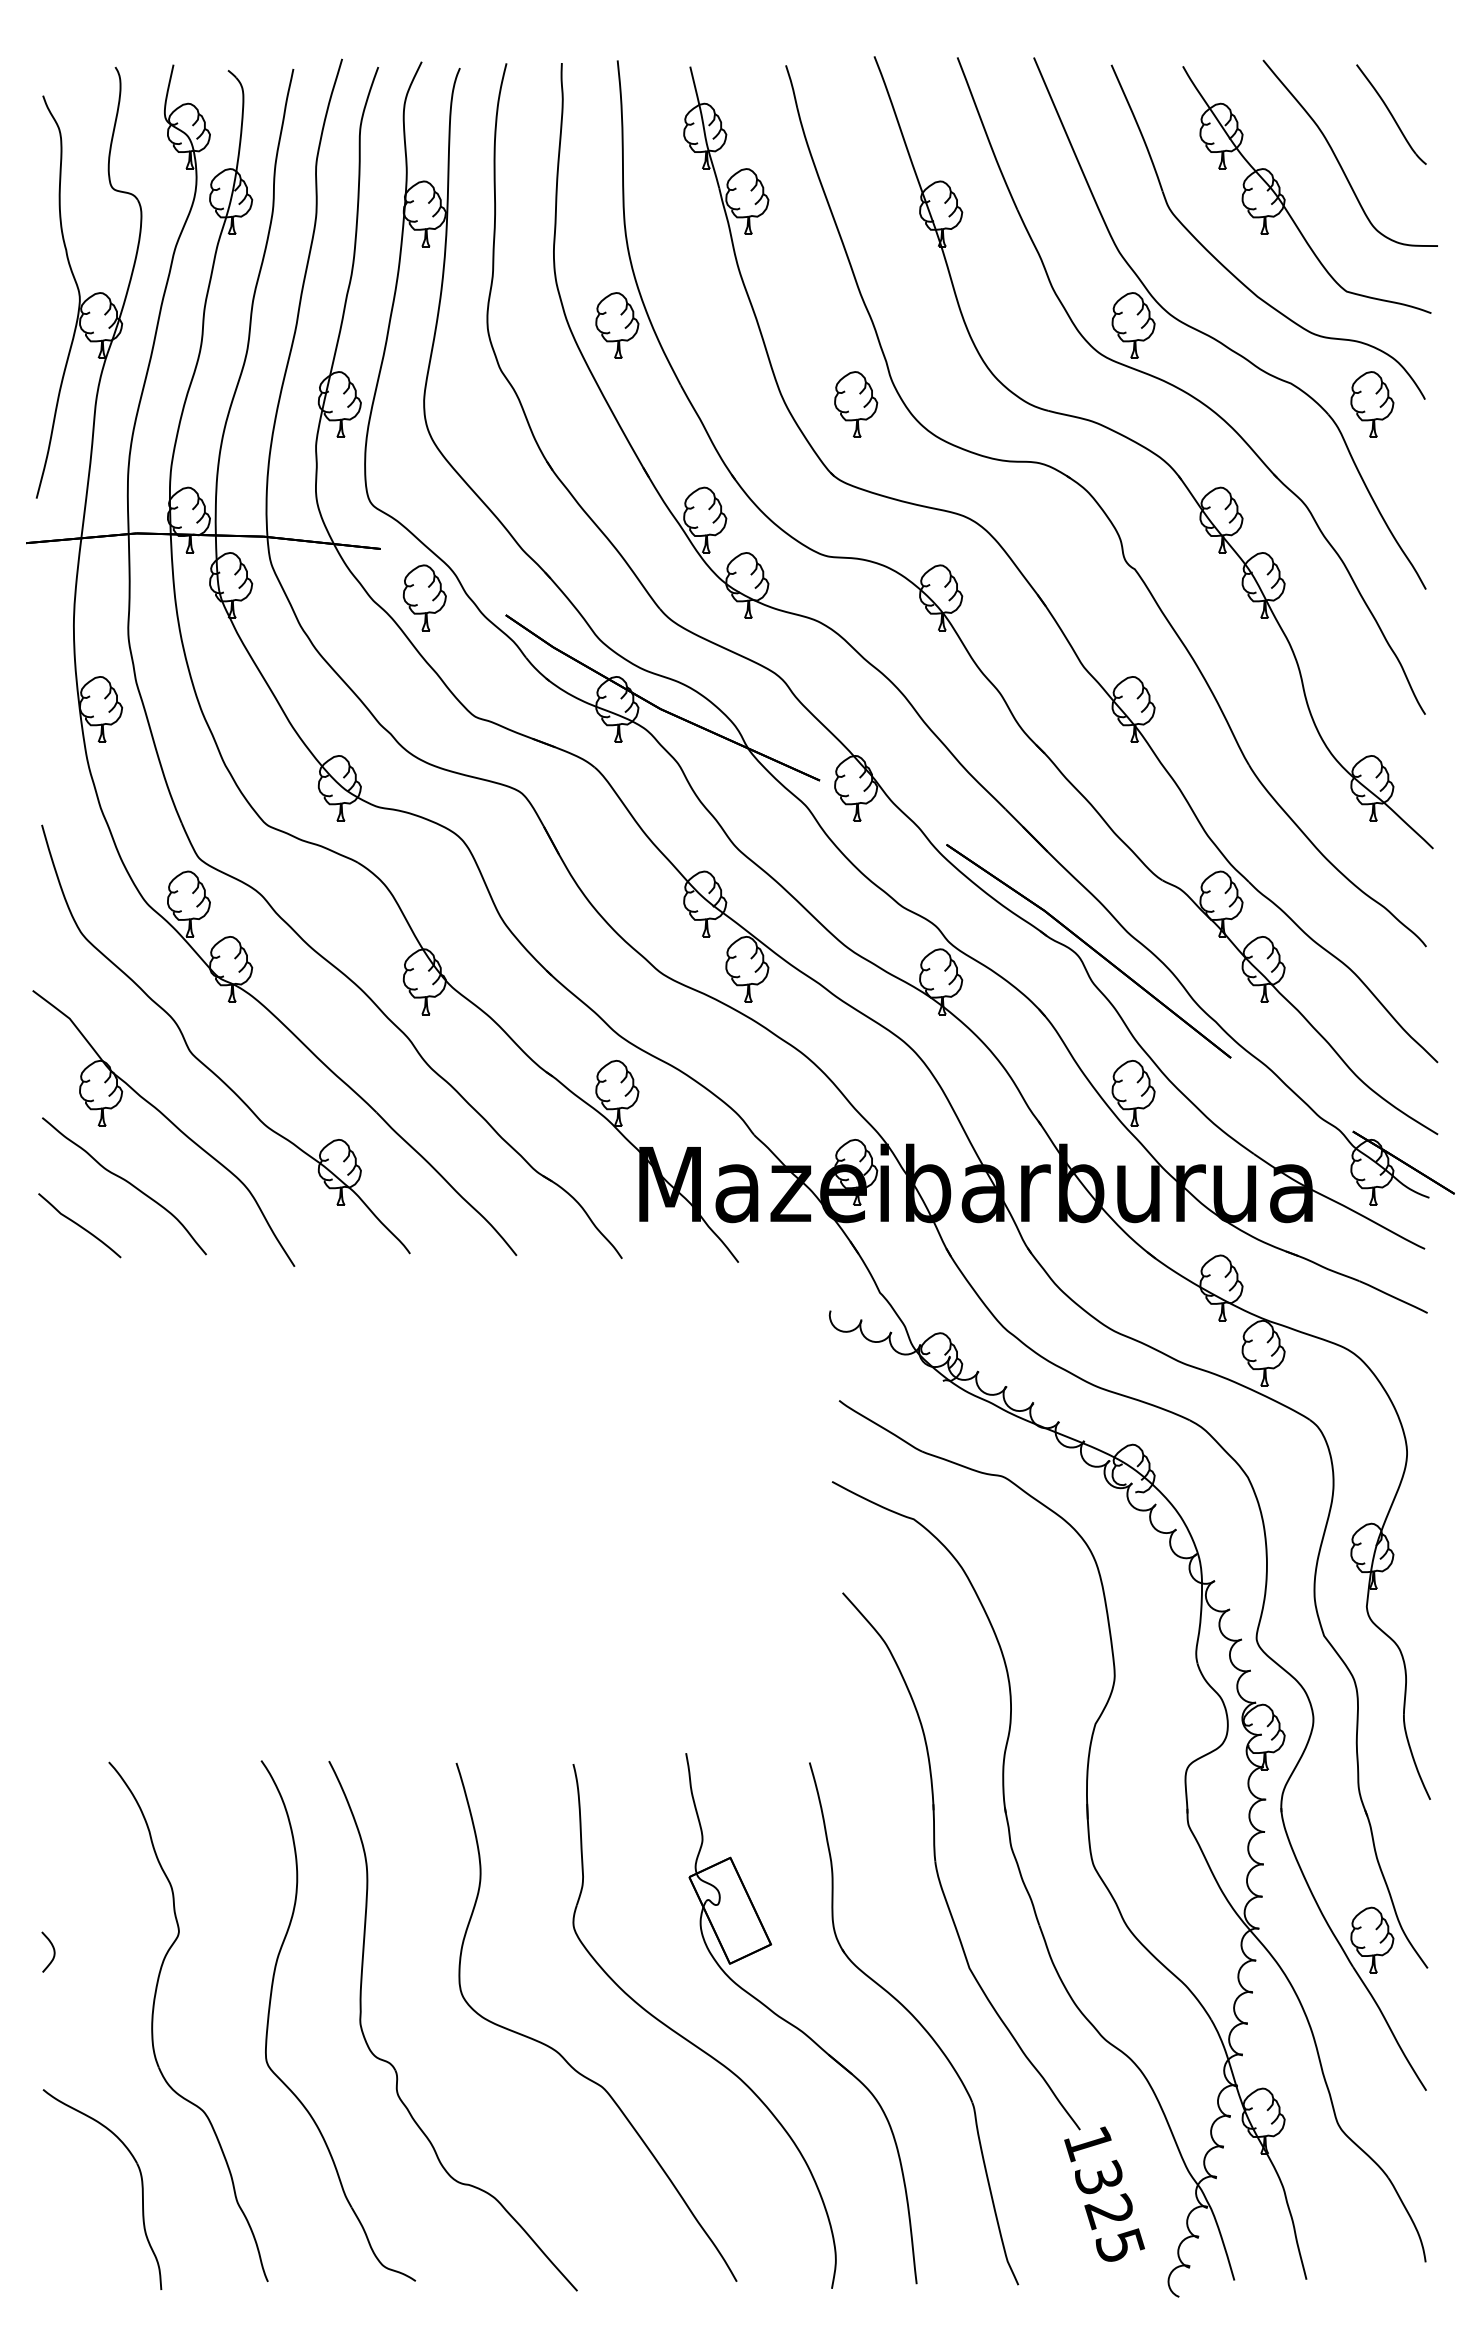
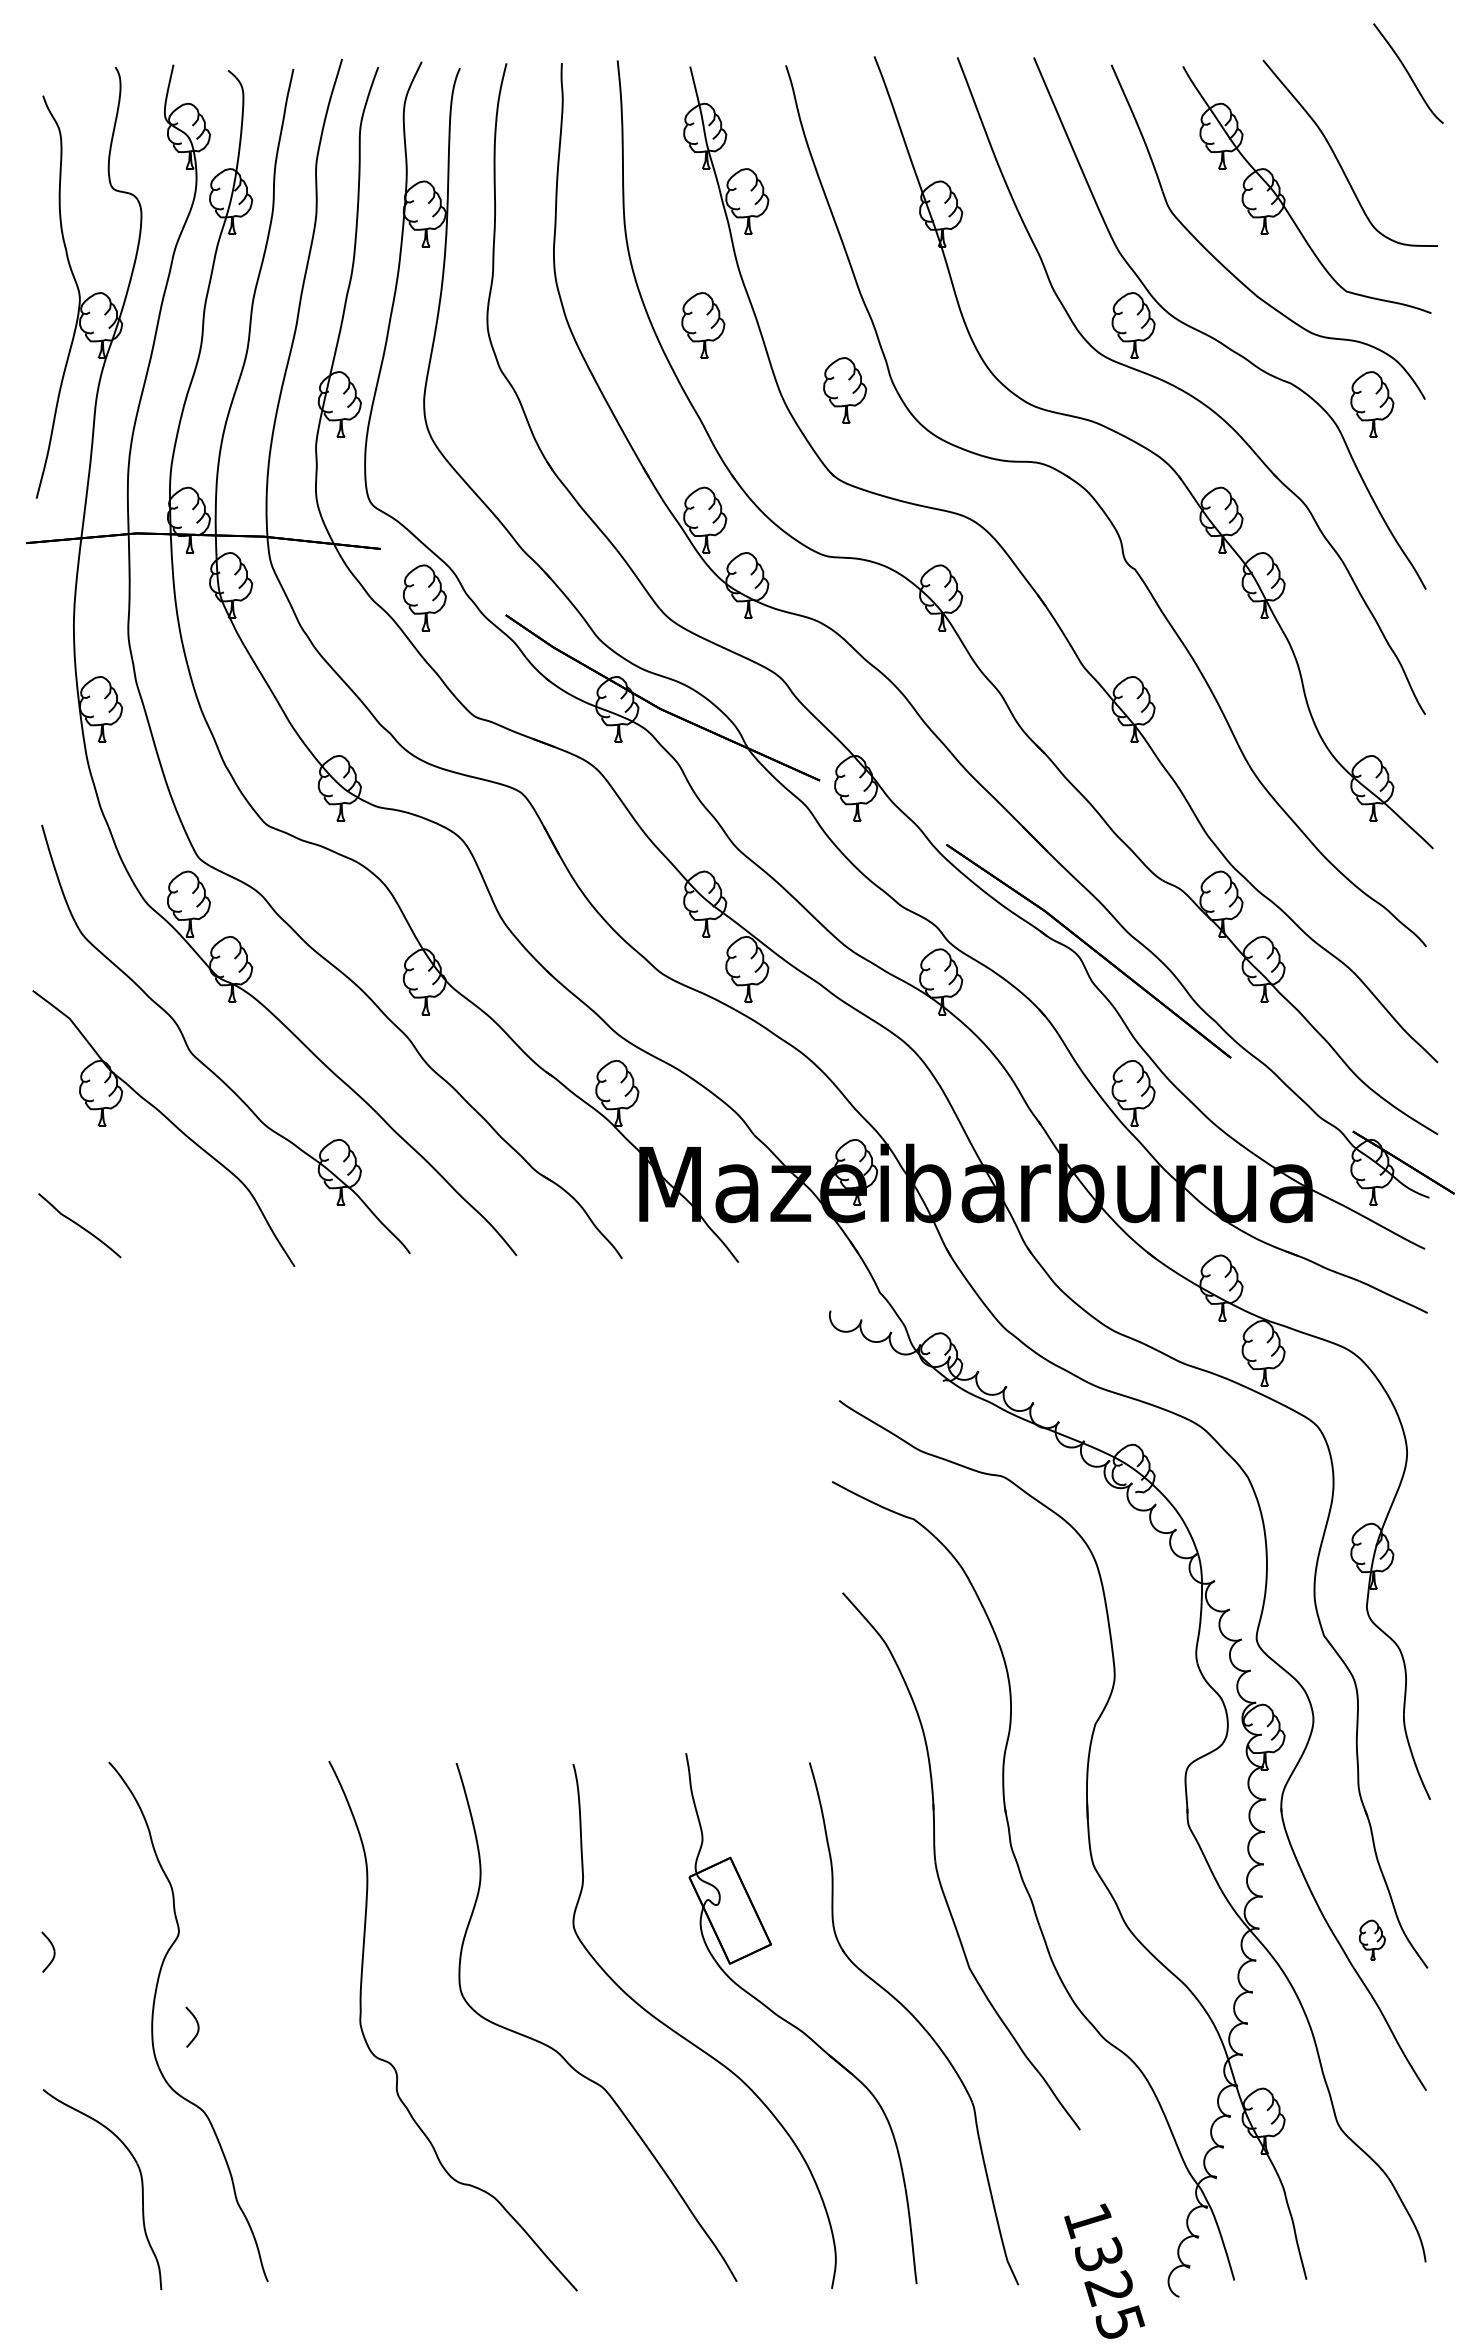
part at (1391, 114) position: (1391, 114) -> (1408, 73)
part at (617, 325) position: (617, 325) -> (703, 325)
part at (856, 404) position: (856, 404) -> (845, 390)
curve at (126, 1182): present -> none
part at (1372, 1939) size: 45x68 px -> 27x42 px
part at (270, 2009): present -> none
curve at (196, 2023): none -> present
text at (1104, 2193) position: (1104, 2193) -> (1104, 2270)
